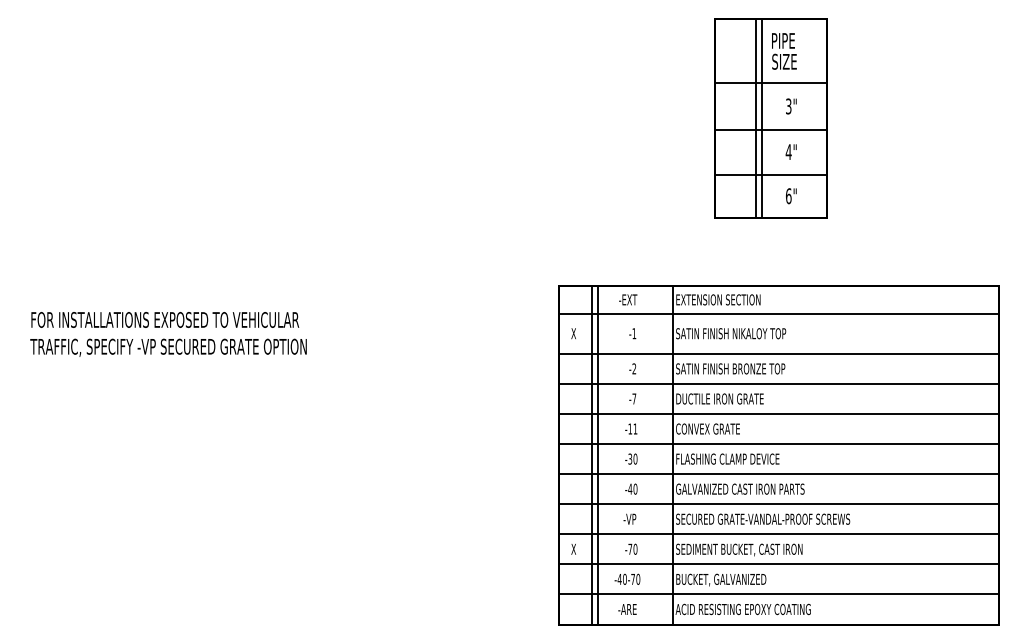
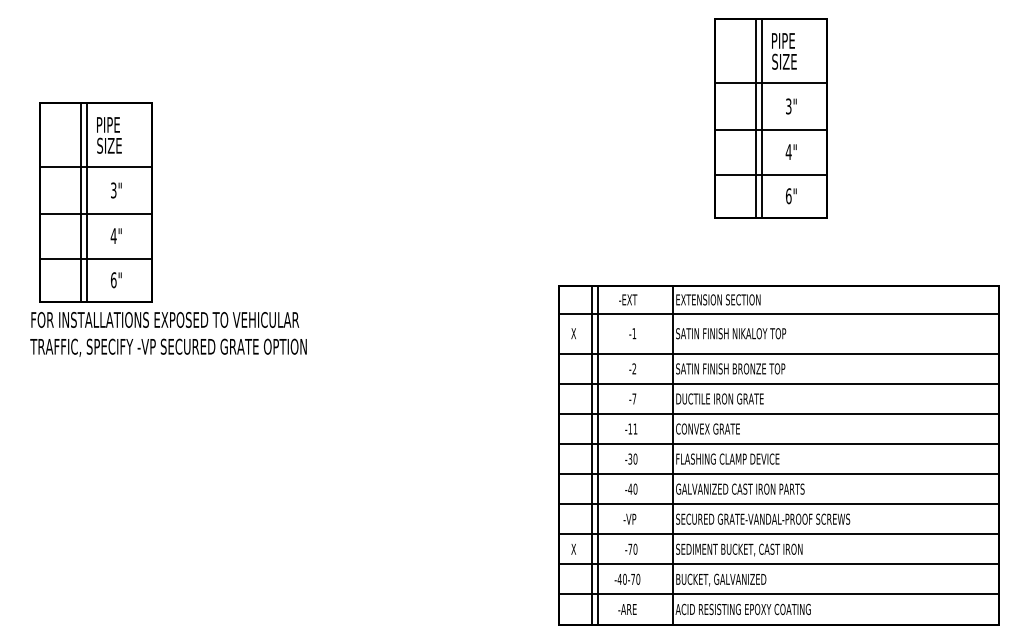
part at (95, 202): none -> present
